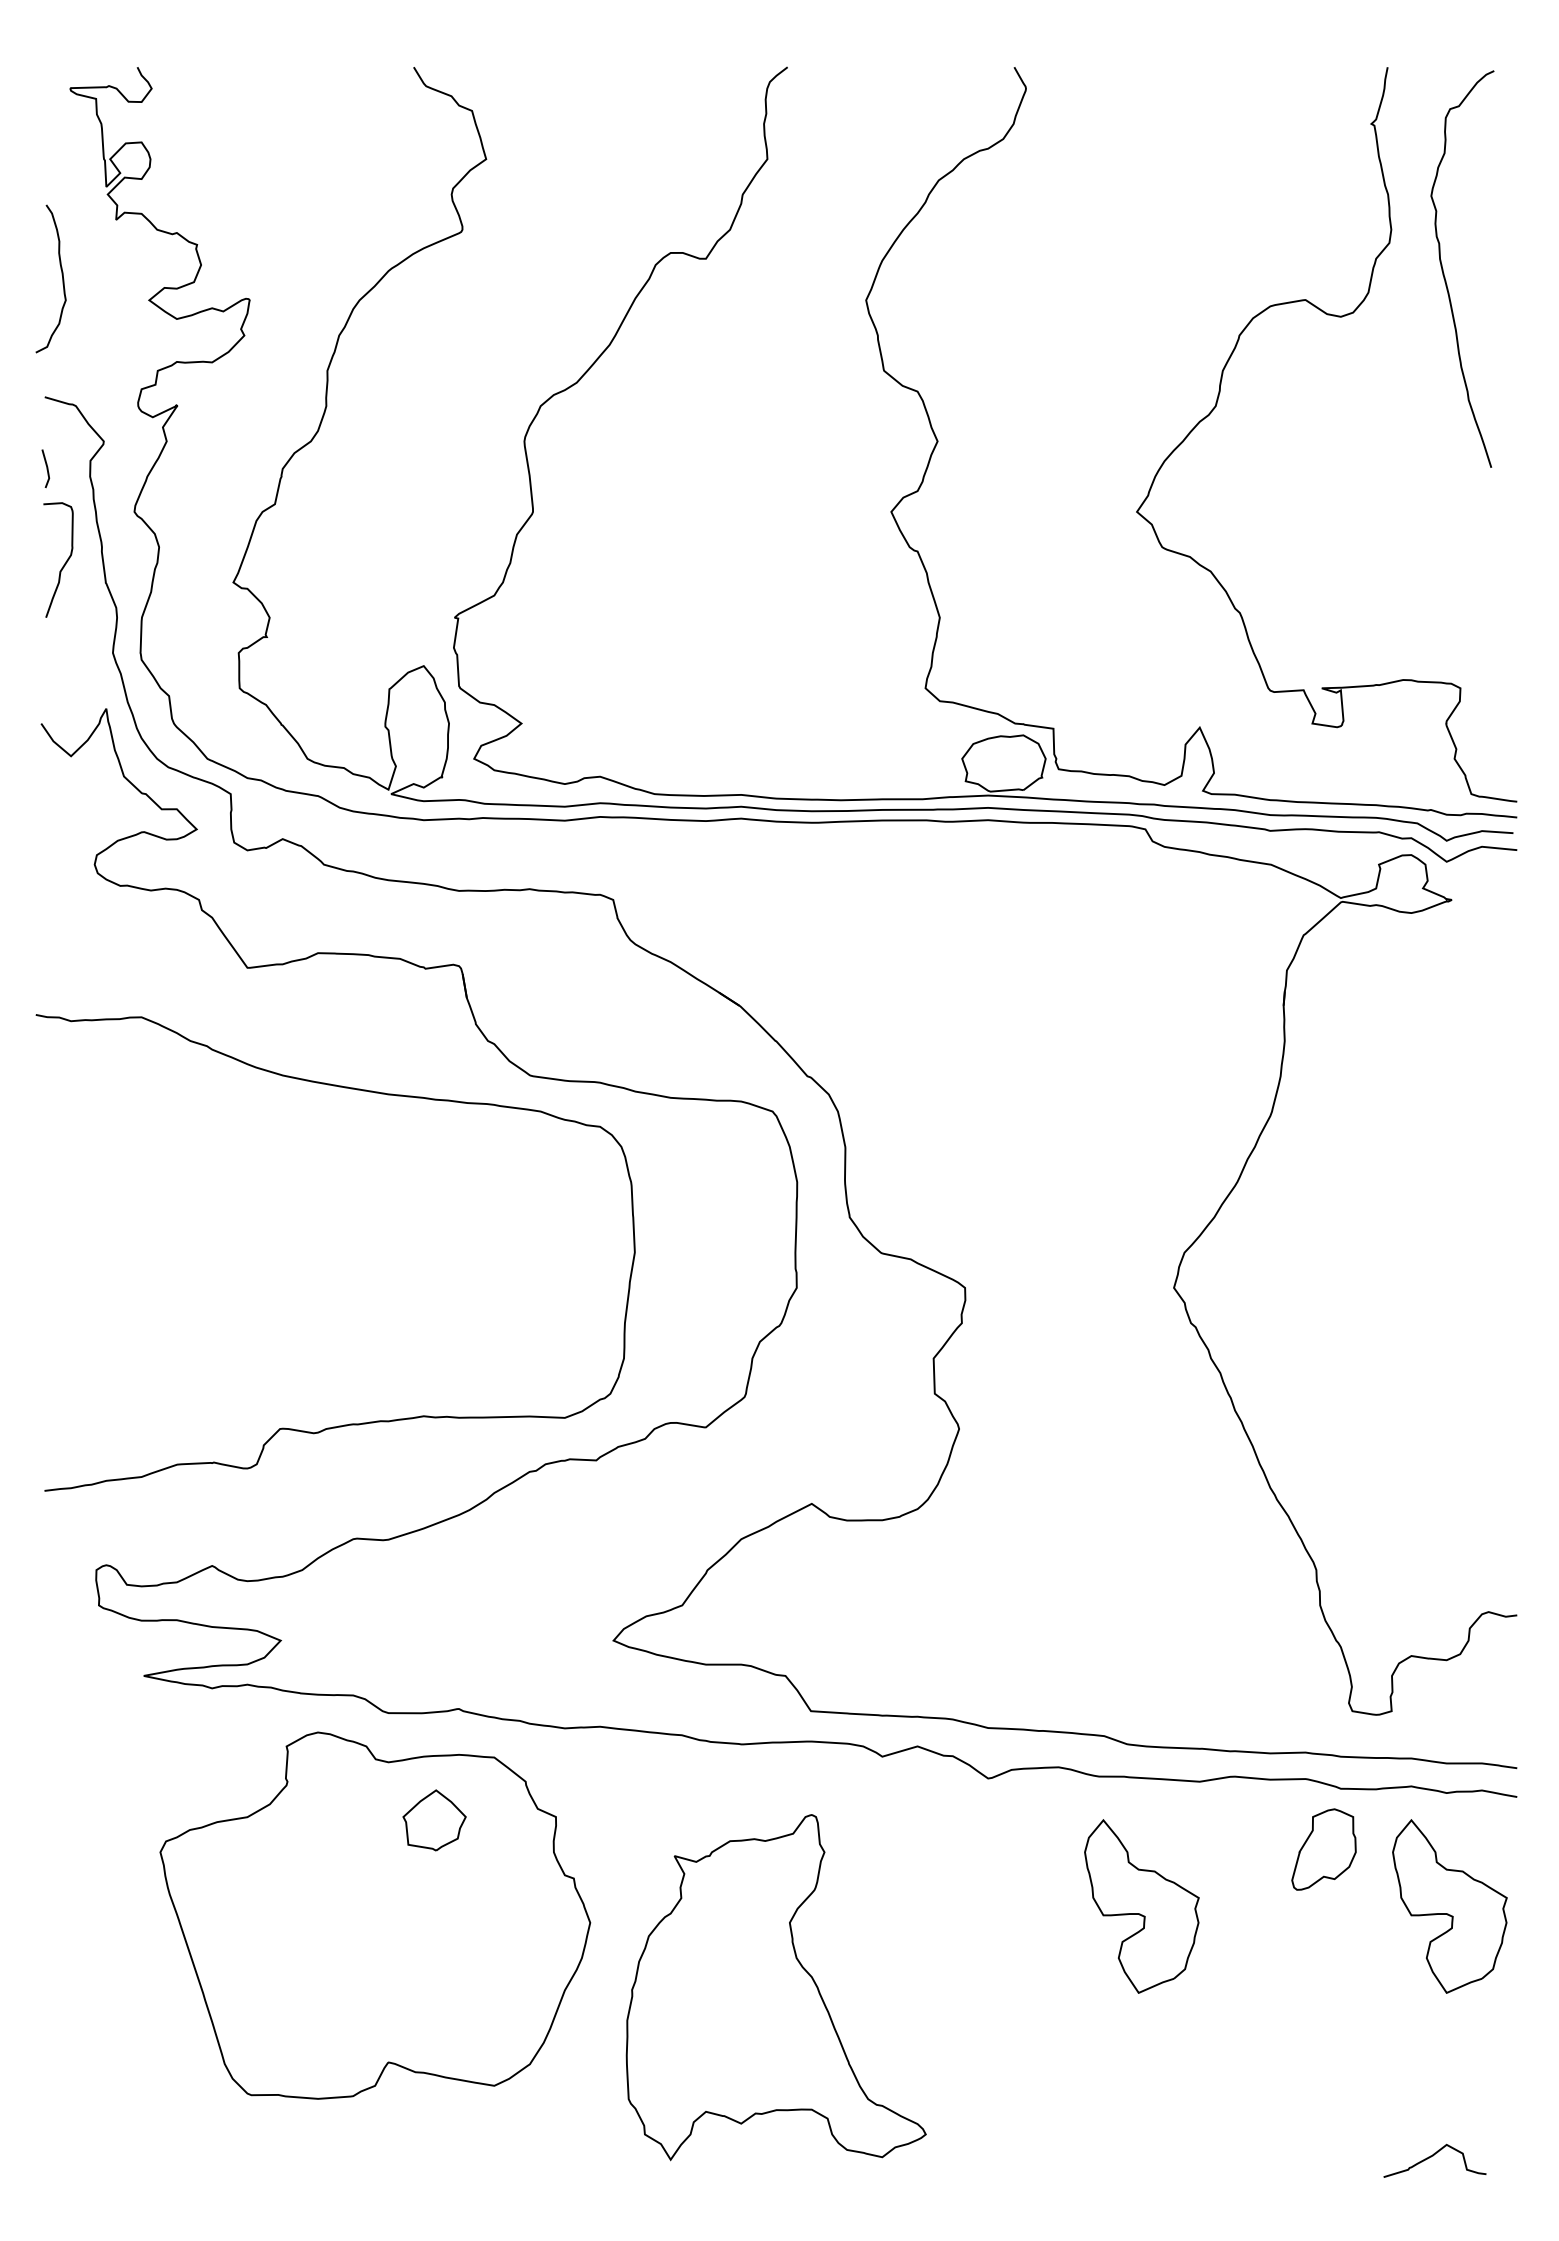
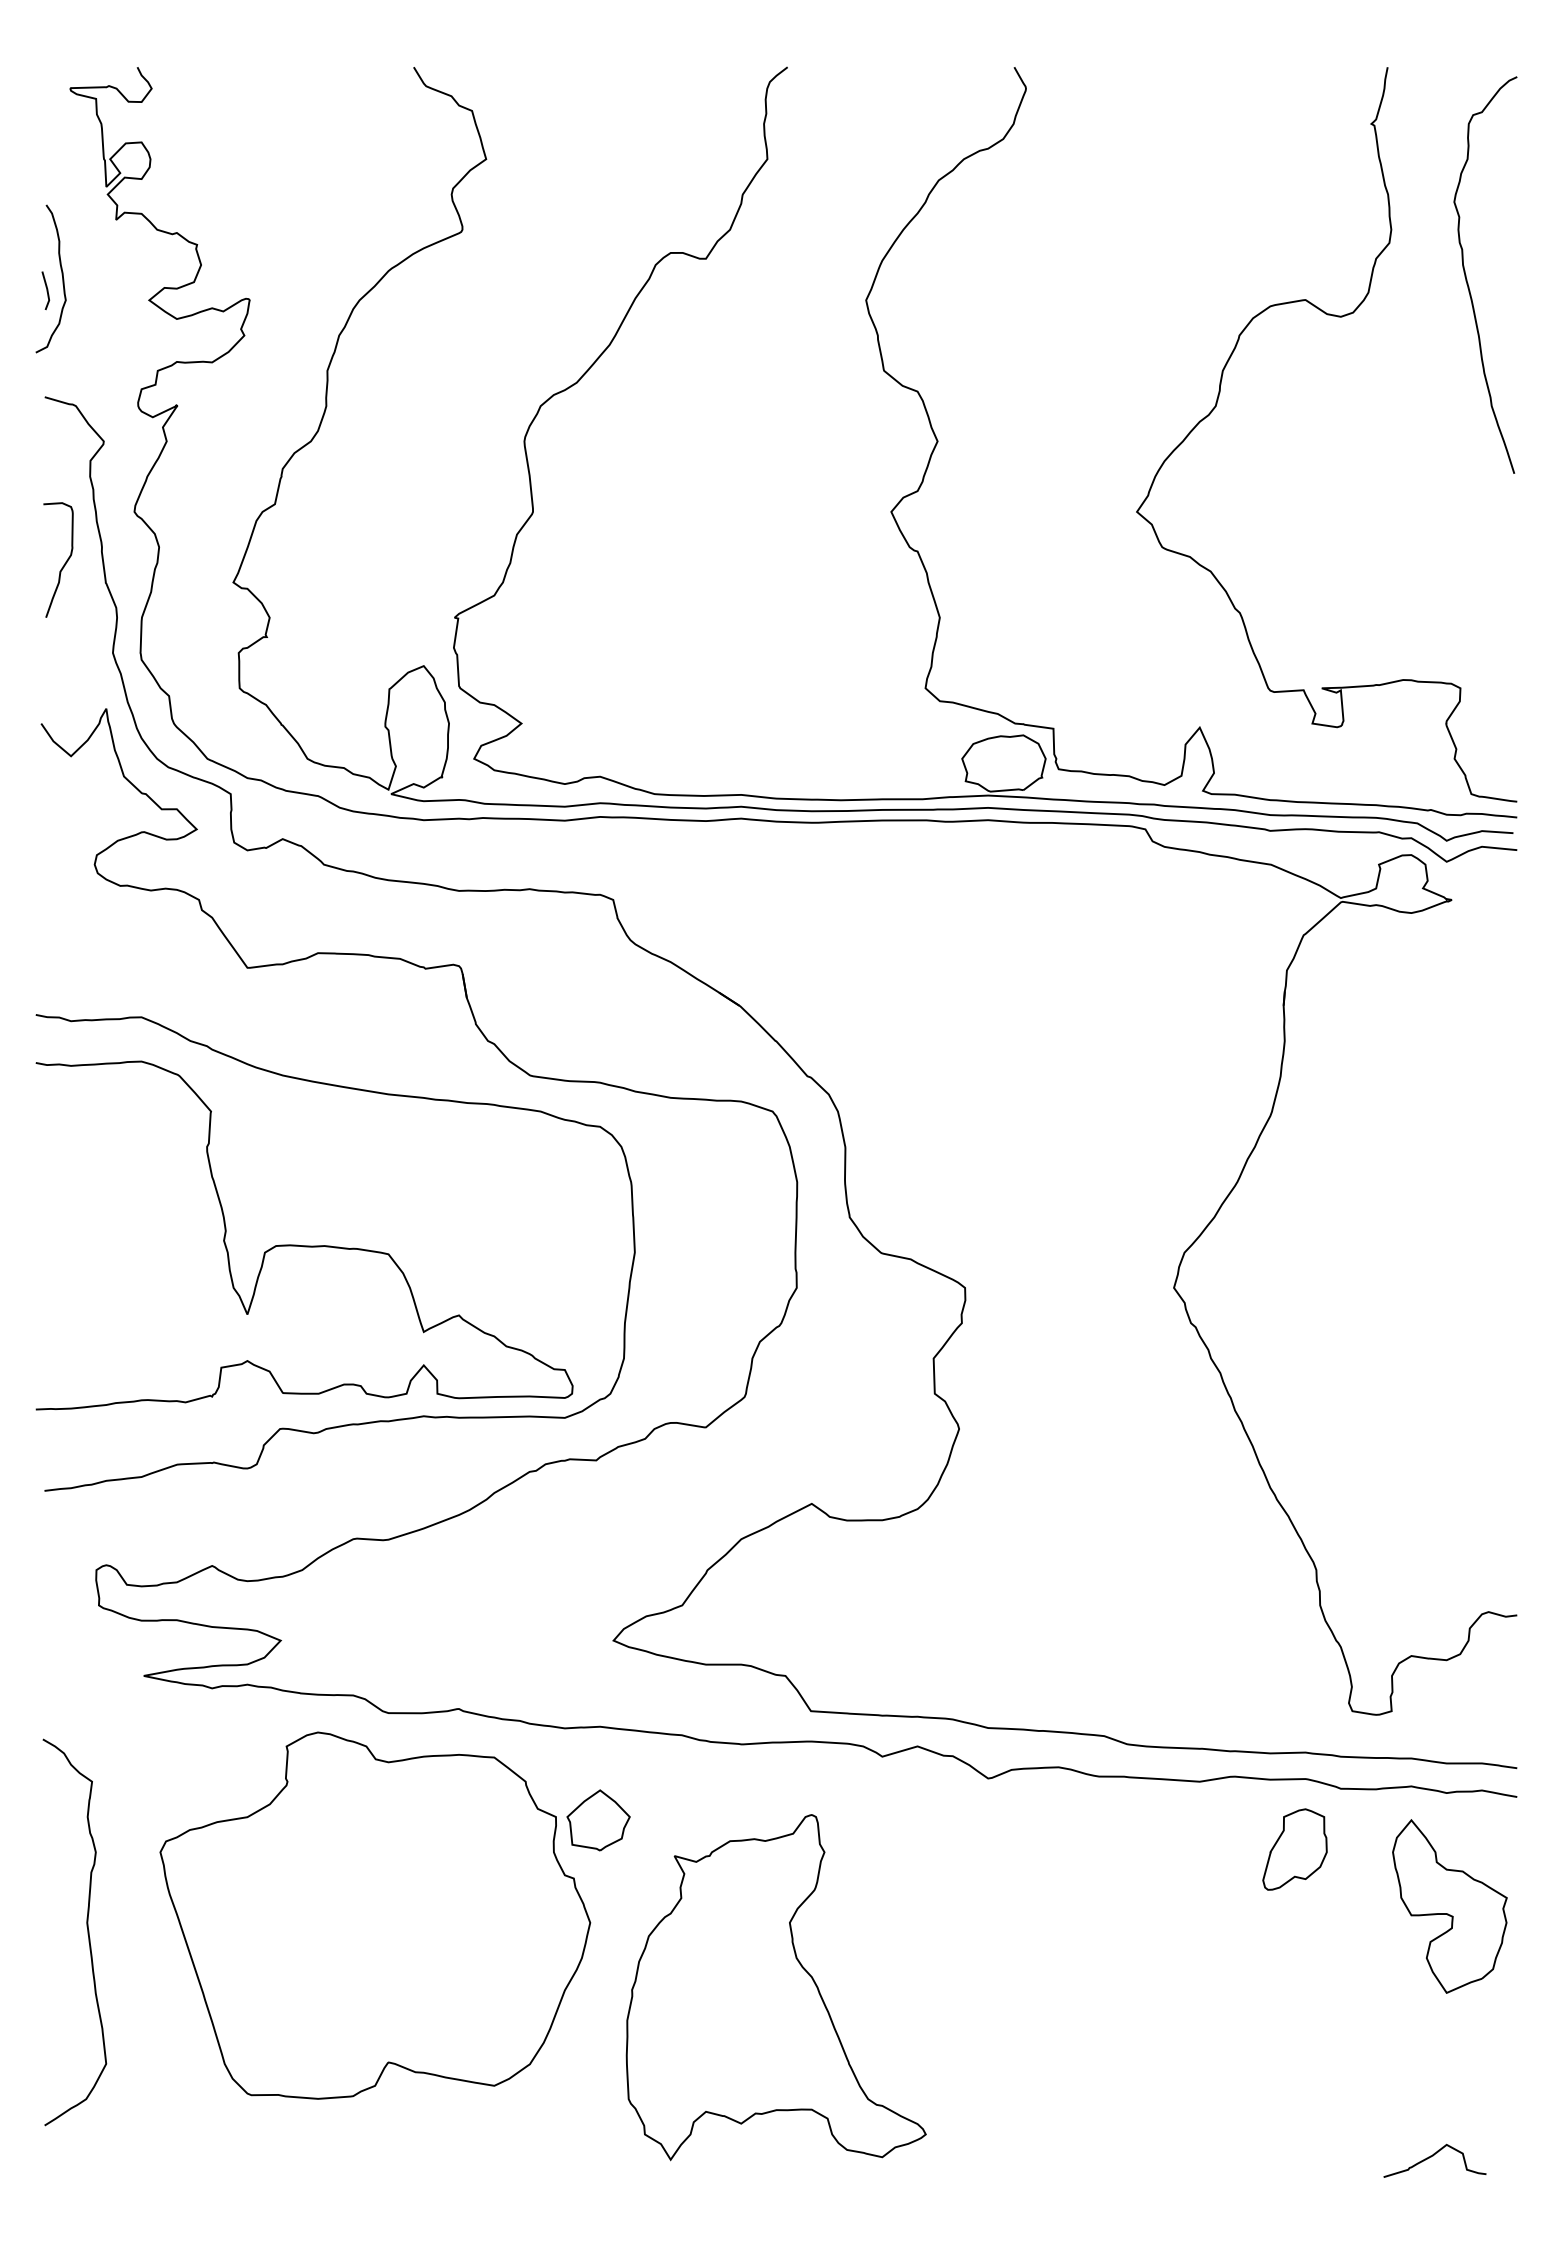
curve at (1444, 273) position: (1444, 273) -> (1467, 279)
line at (46, 468) position: (46, 468) -> (46, 290)
curve at (304, 1245): none -> present
part at (434, 1820) position: (434, 1820) -> (598, 1820)
part at (1323, 1849) position: (1323, 1849) -> (1294, 1849)
part at (1141, 1906): present -> none
curve at (87, 1932): none -> present
